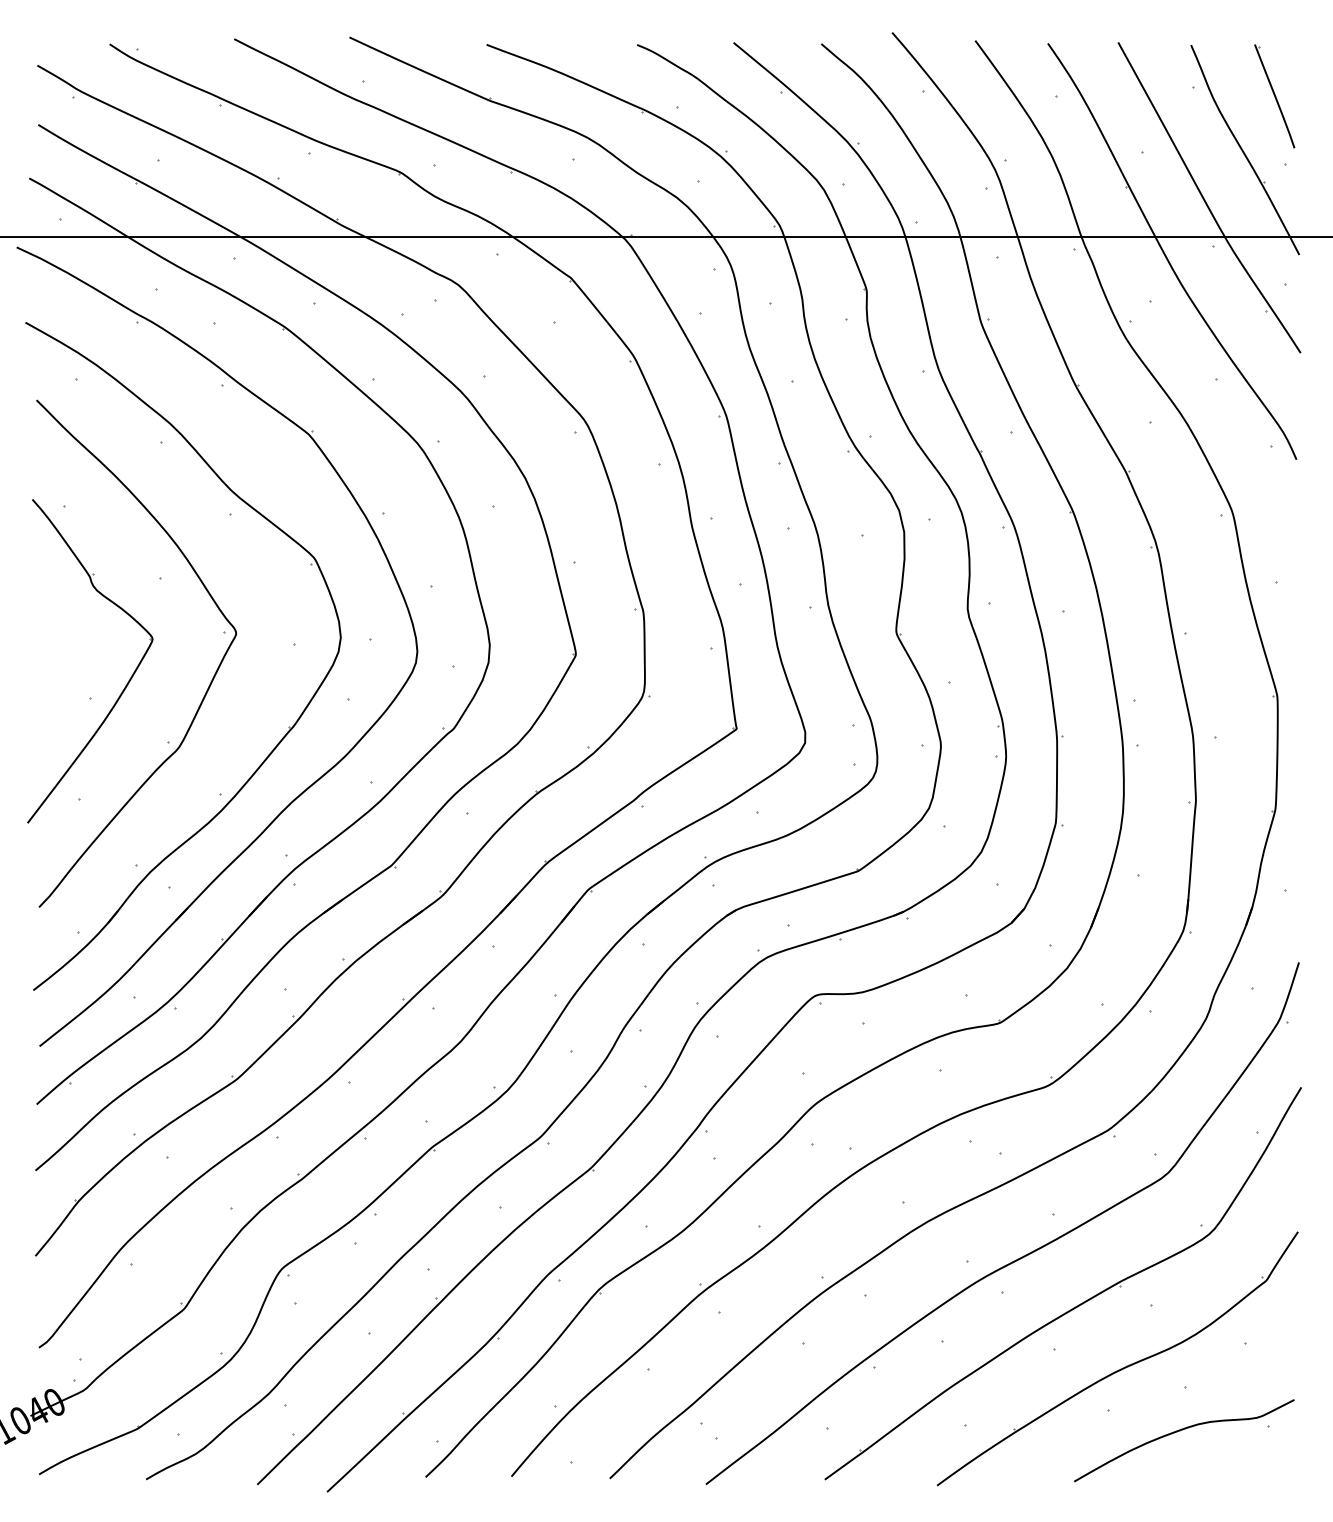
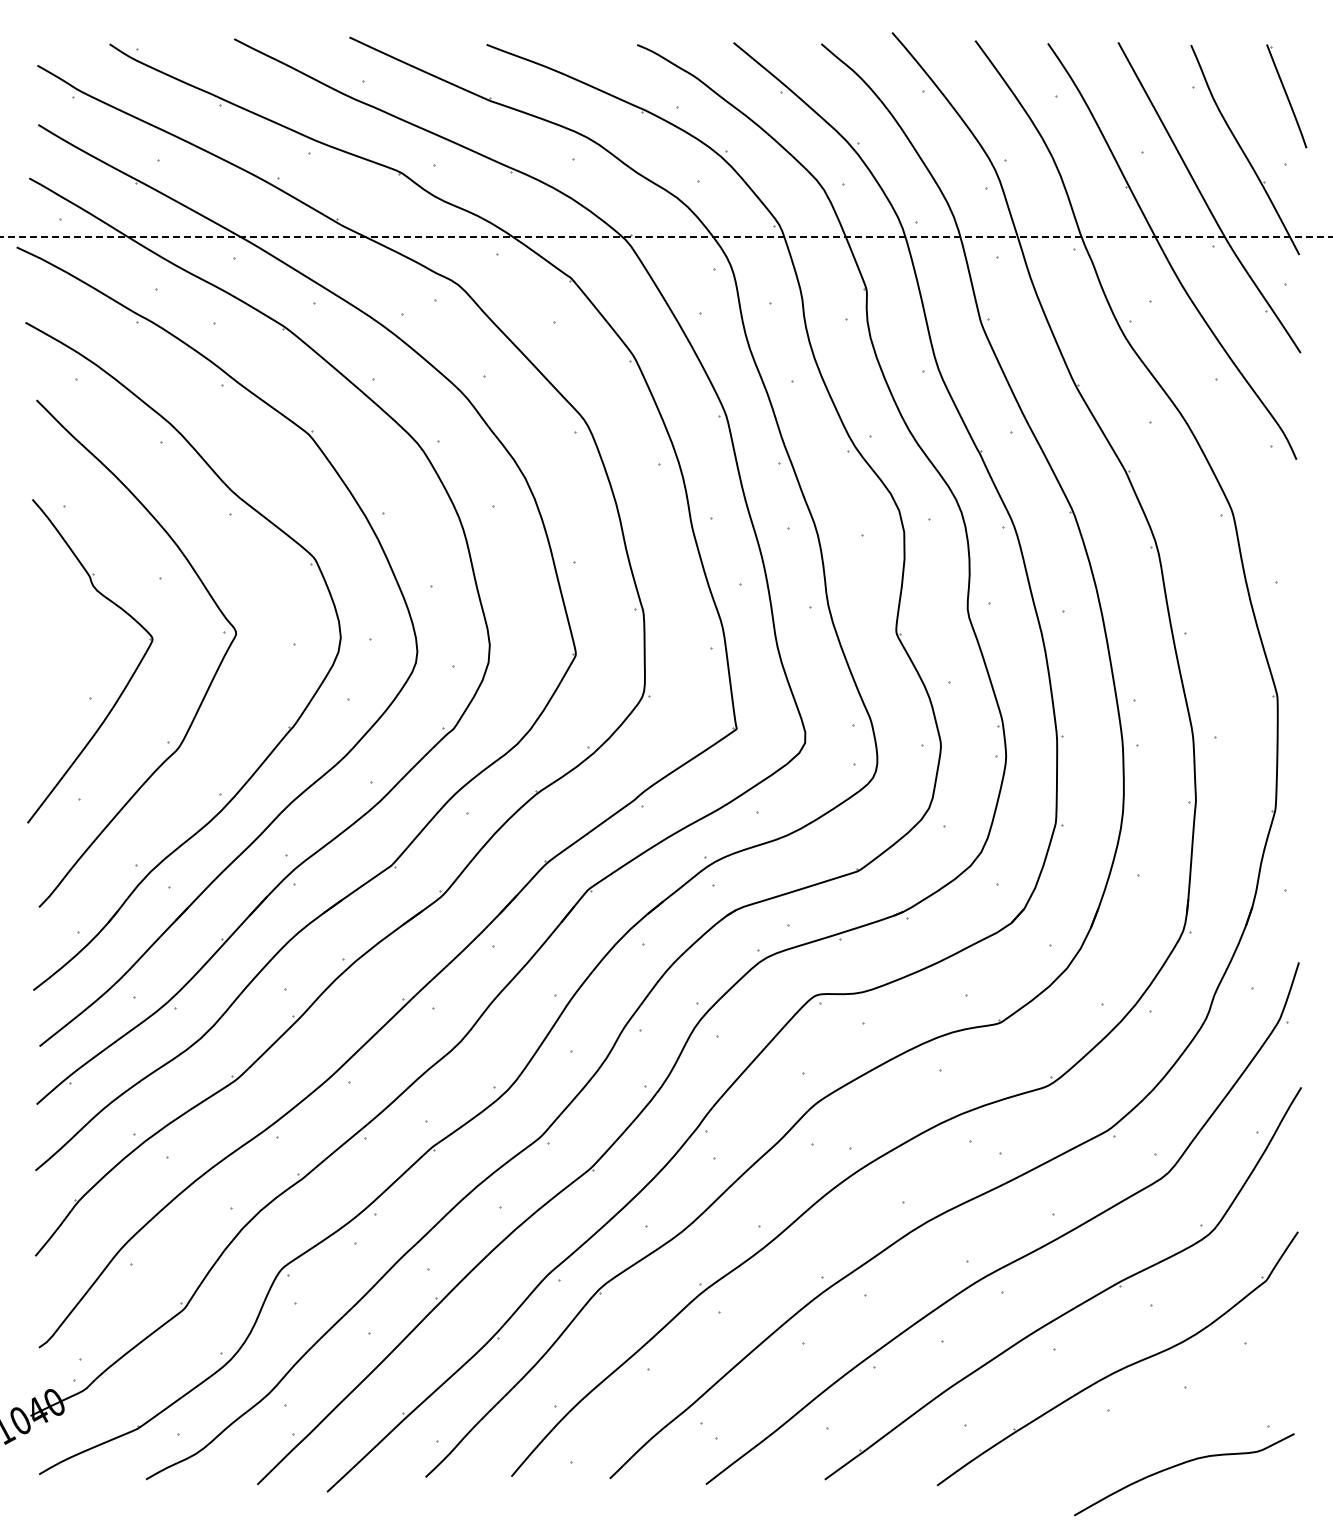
part at (1274, 96) position: (1274, 96) -> (1286, 96)
line at (665, 236): solid -> dashed
curve at (1180, 1431) position: (1180, 1431) -> (1180, 1465)
